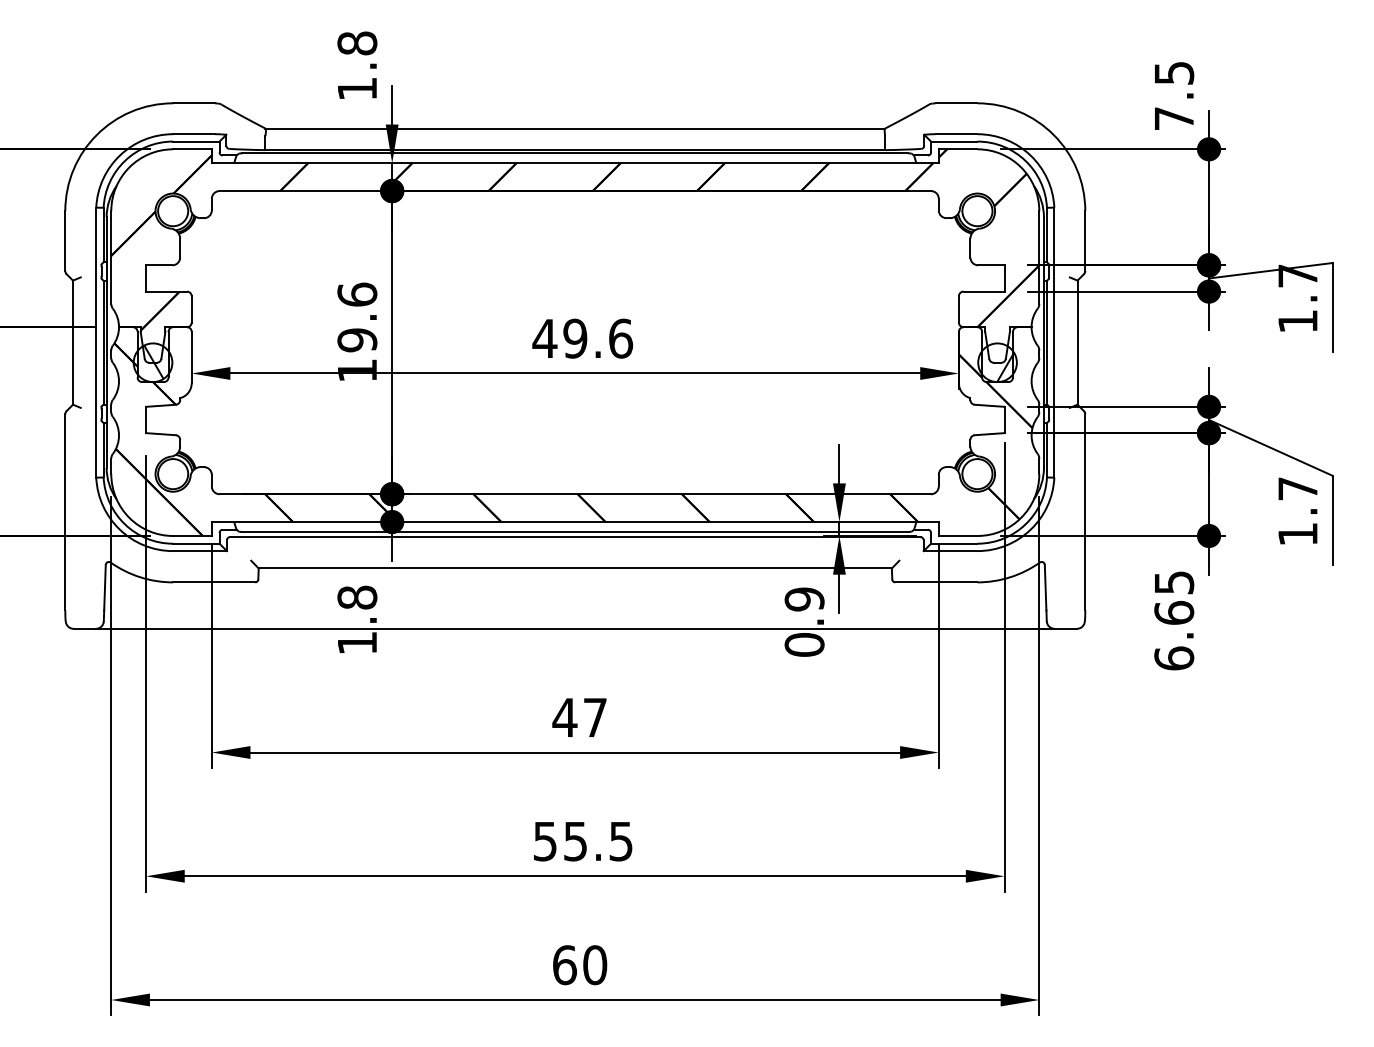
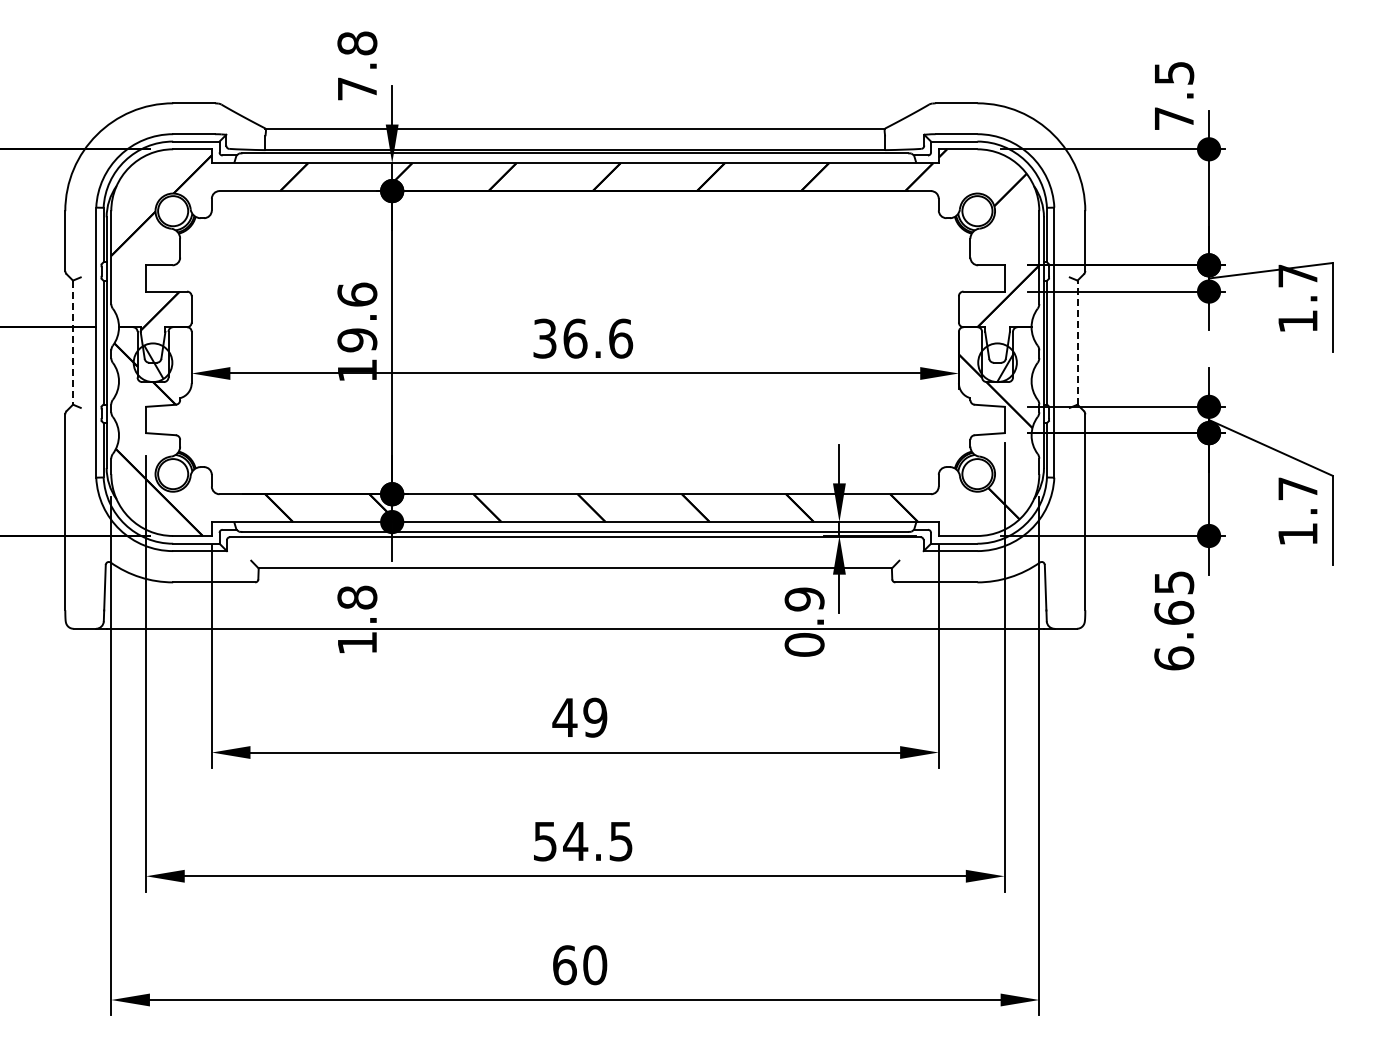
text at (357, 88): 1.8 -> 7.8
text at (559, 338): 49.6 -> 36.6
line at (1077, 342): solid -> dashed
line at (73, 343): solid -> dashed
text at (595, 717): 47 -> 49
text at (575, 841): 55.5 -> 54.5
